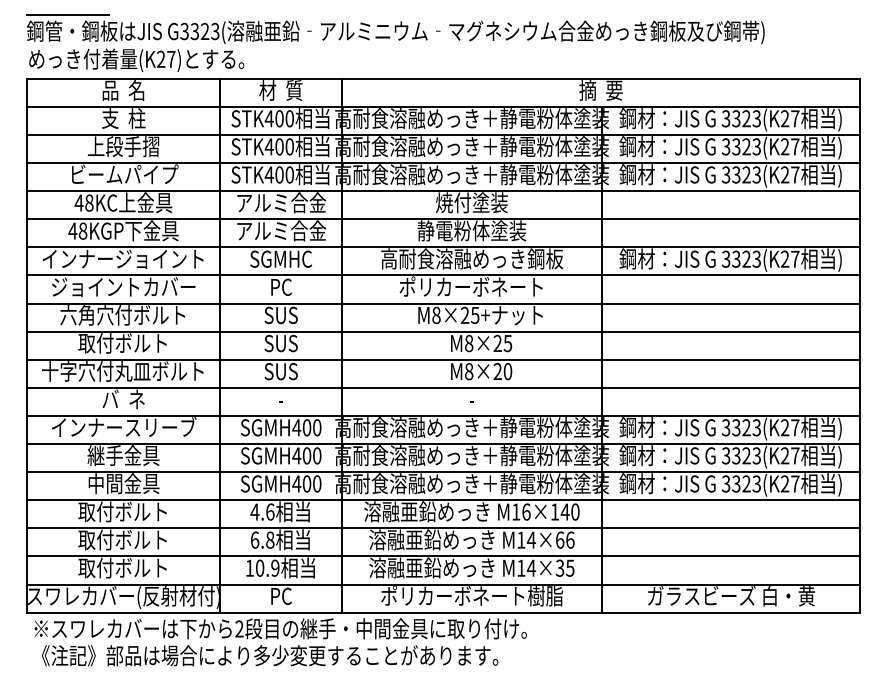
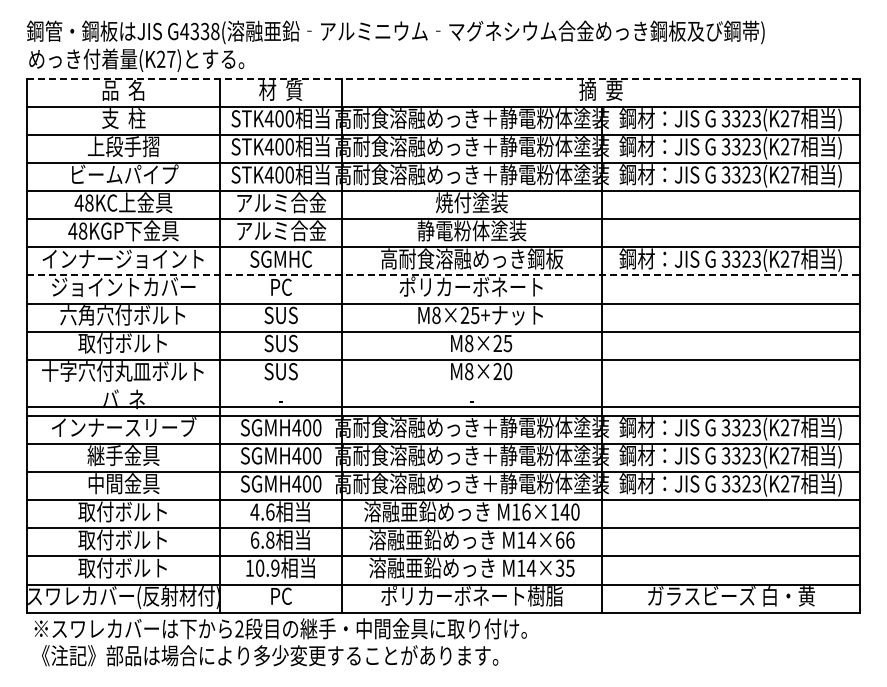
line at (68, 14): present -> none
text at (199, 31): G3323( -> G4338(
line at (443, 78): solid -> dashed
line at (443, 275): solid -> dashed
line at (443, 387) position: (443, 387) -> (443, 406)
